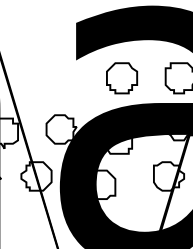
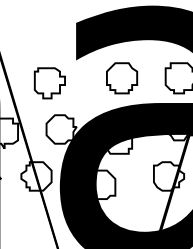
part at (49, 83): none -> present
